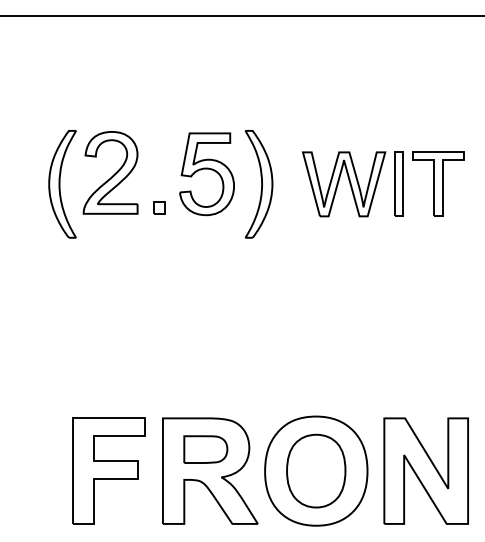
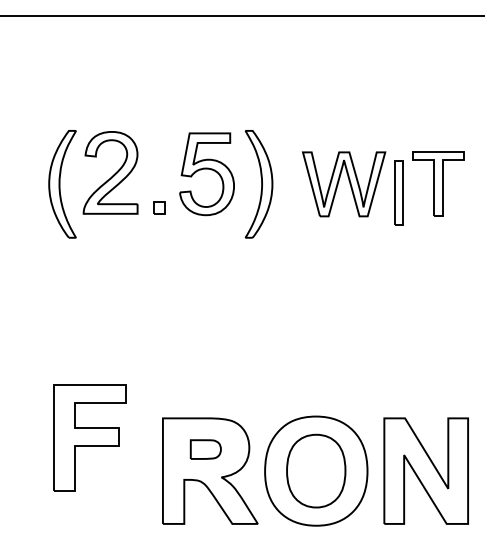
part at (398, 183) position: (398, 183) -> (398, 192)
part at (205, 449) size: 46x29 px -> 33x21 px
part at (108, 470) position: (108, 470) -> (89, 437)
